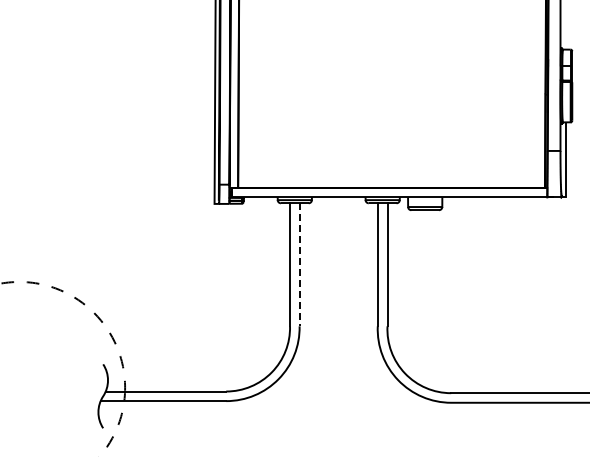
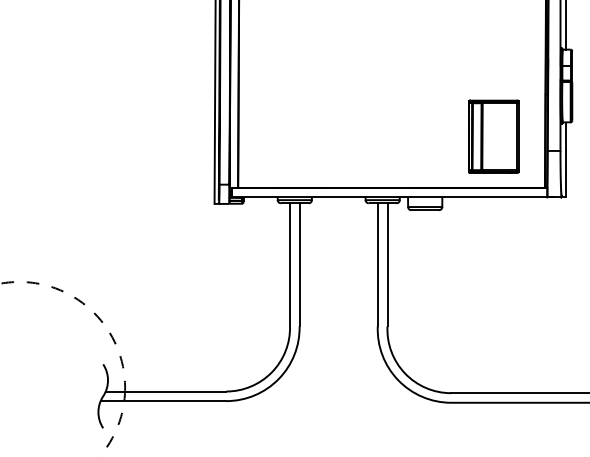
line at (566, 25): none -> present
part at (493, 136): none -> present
line at (299, 264): dashed -> solid
